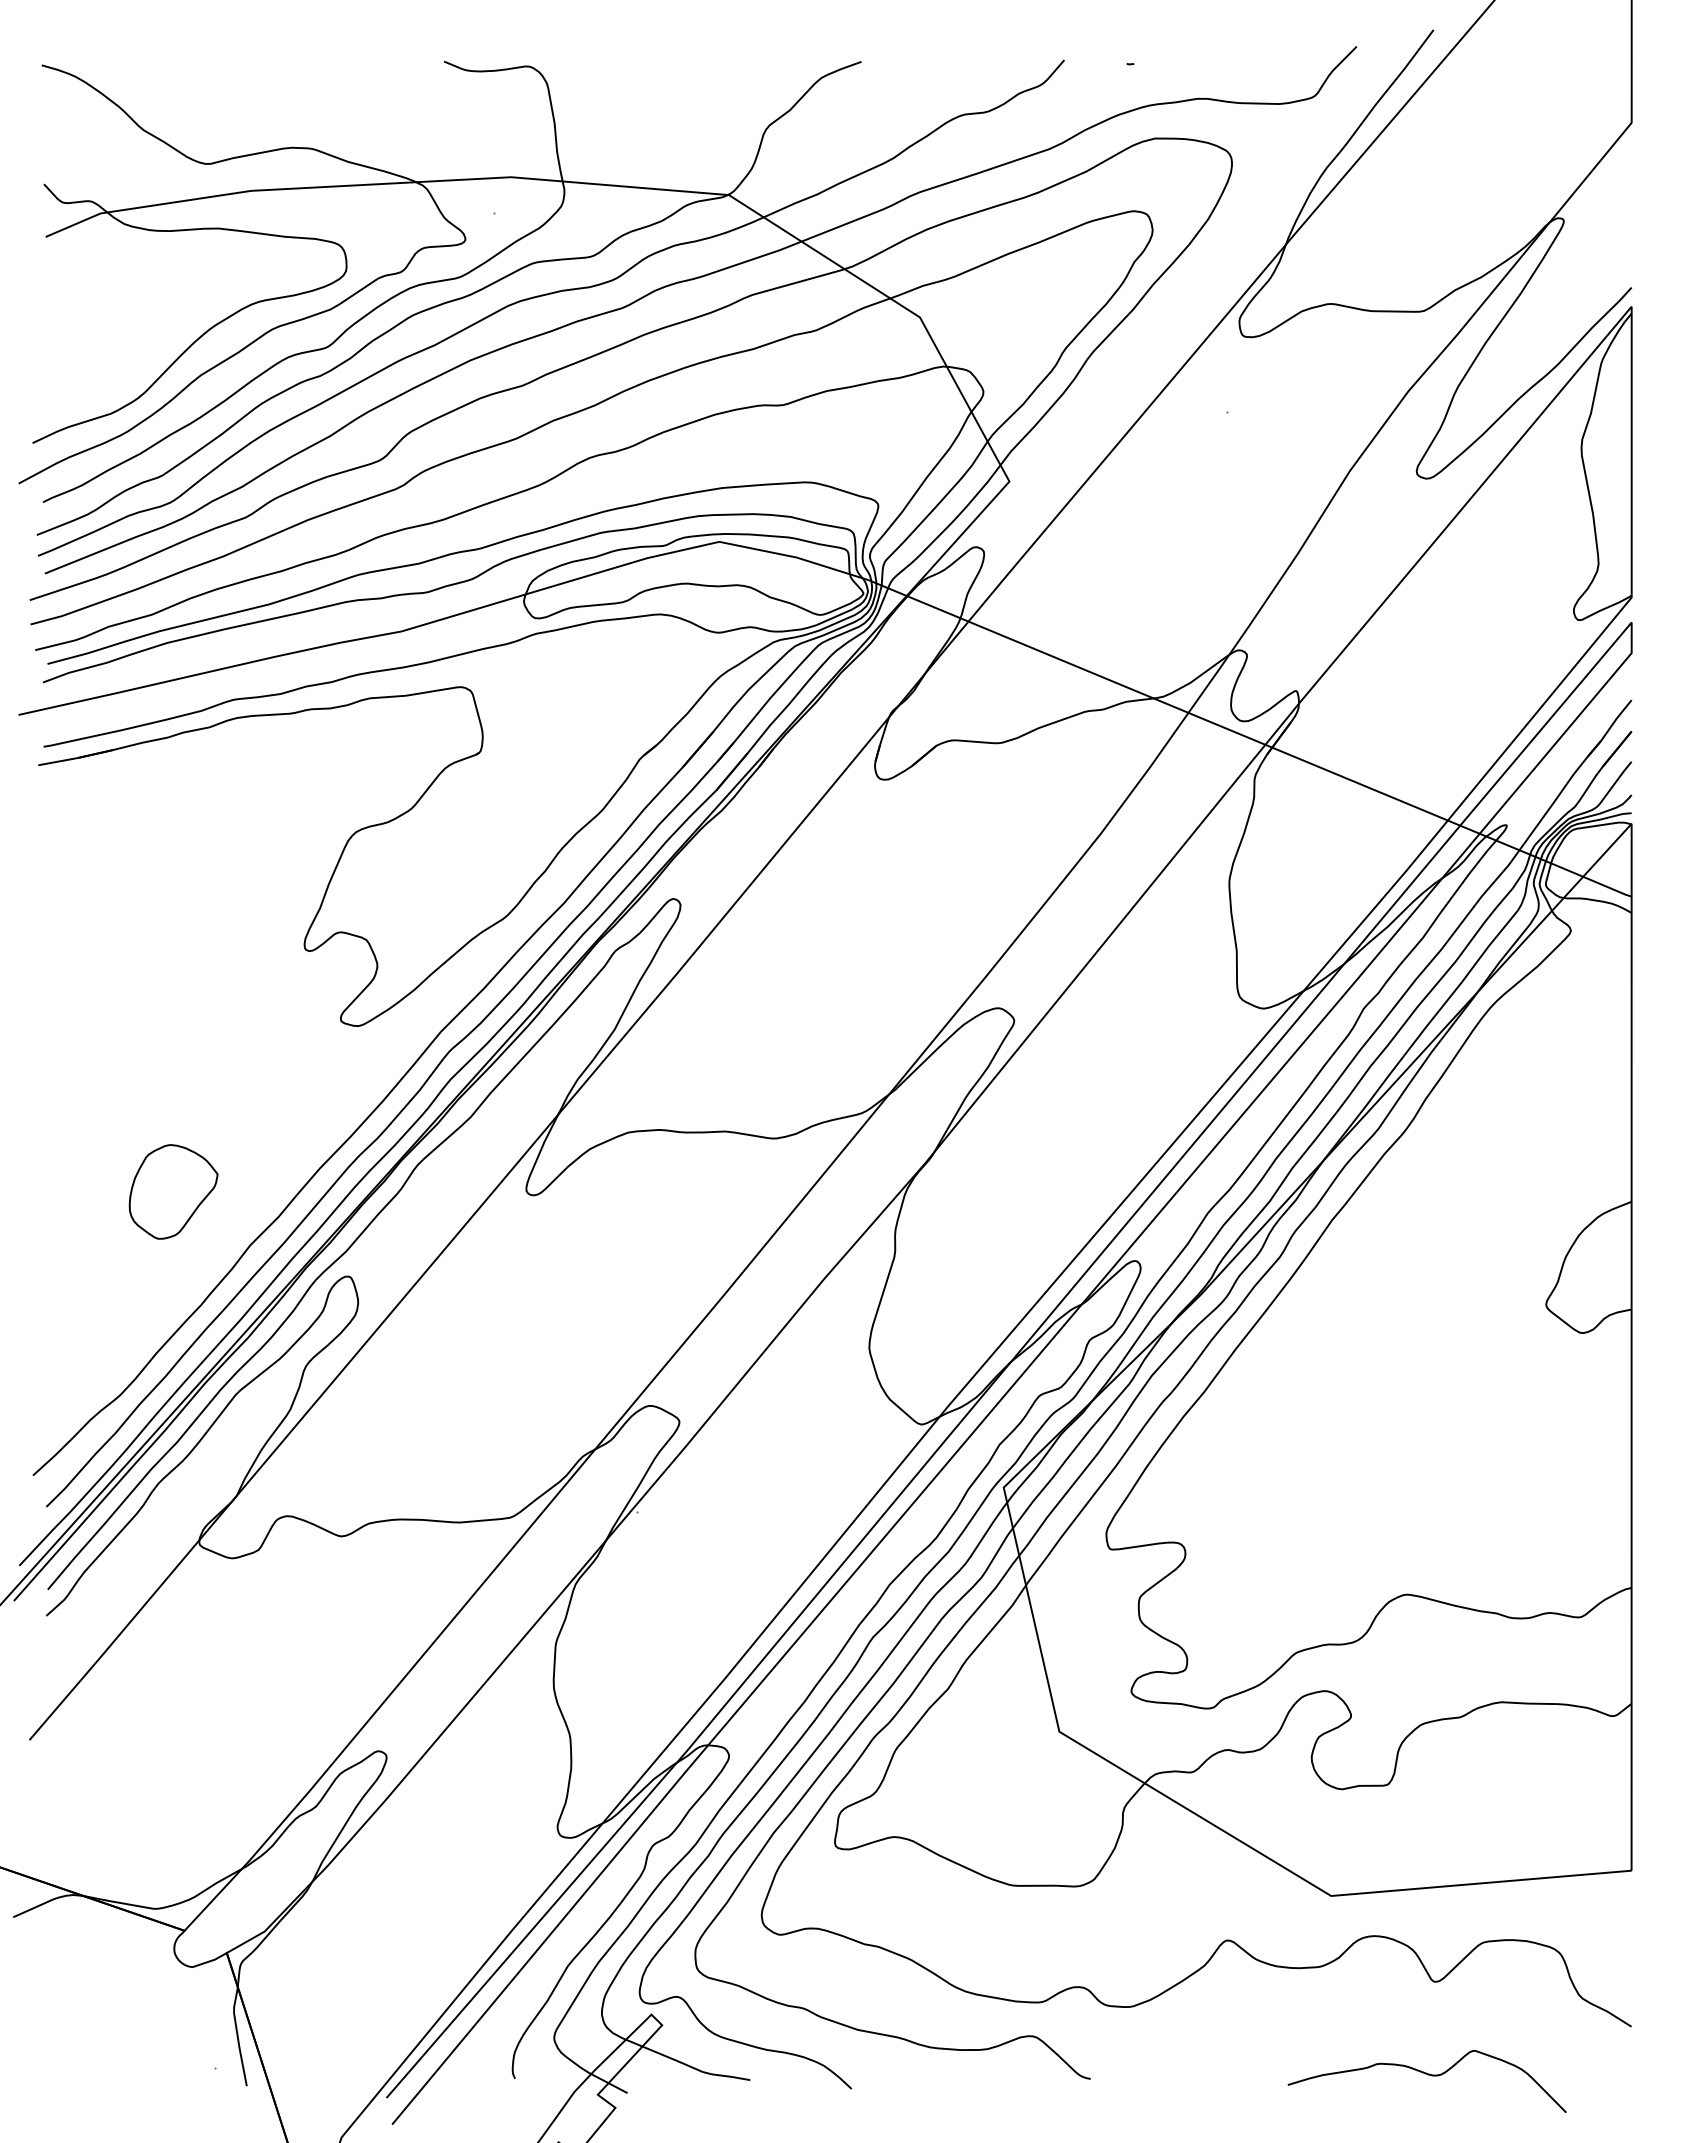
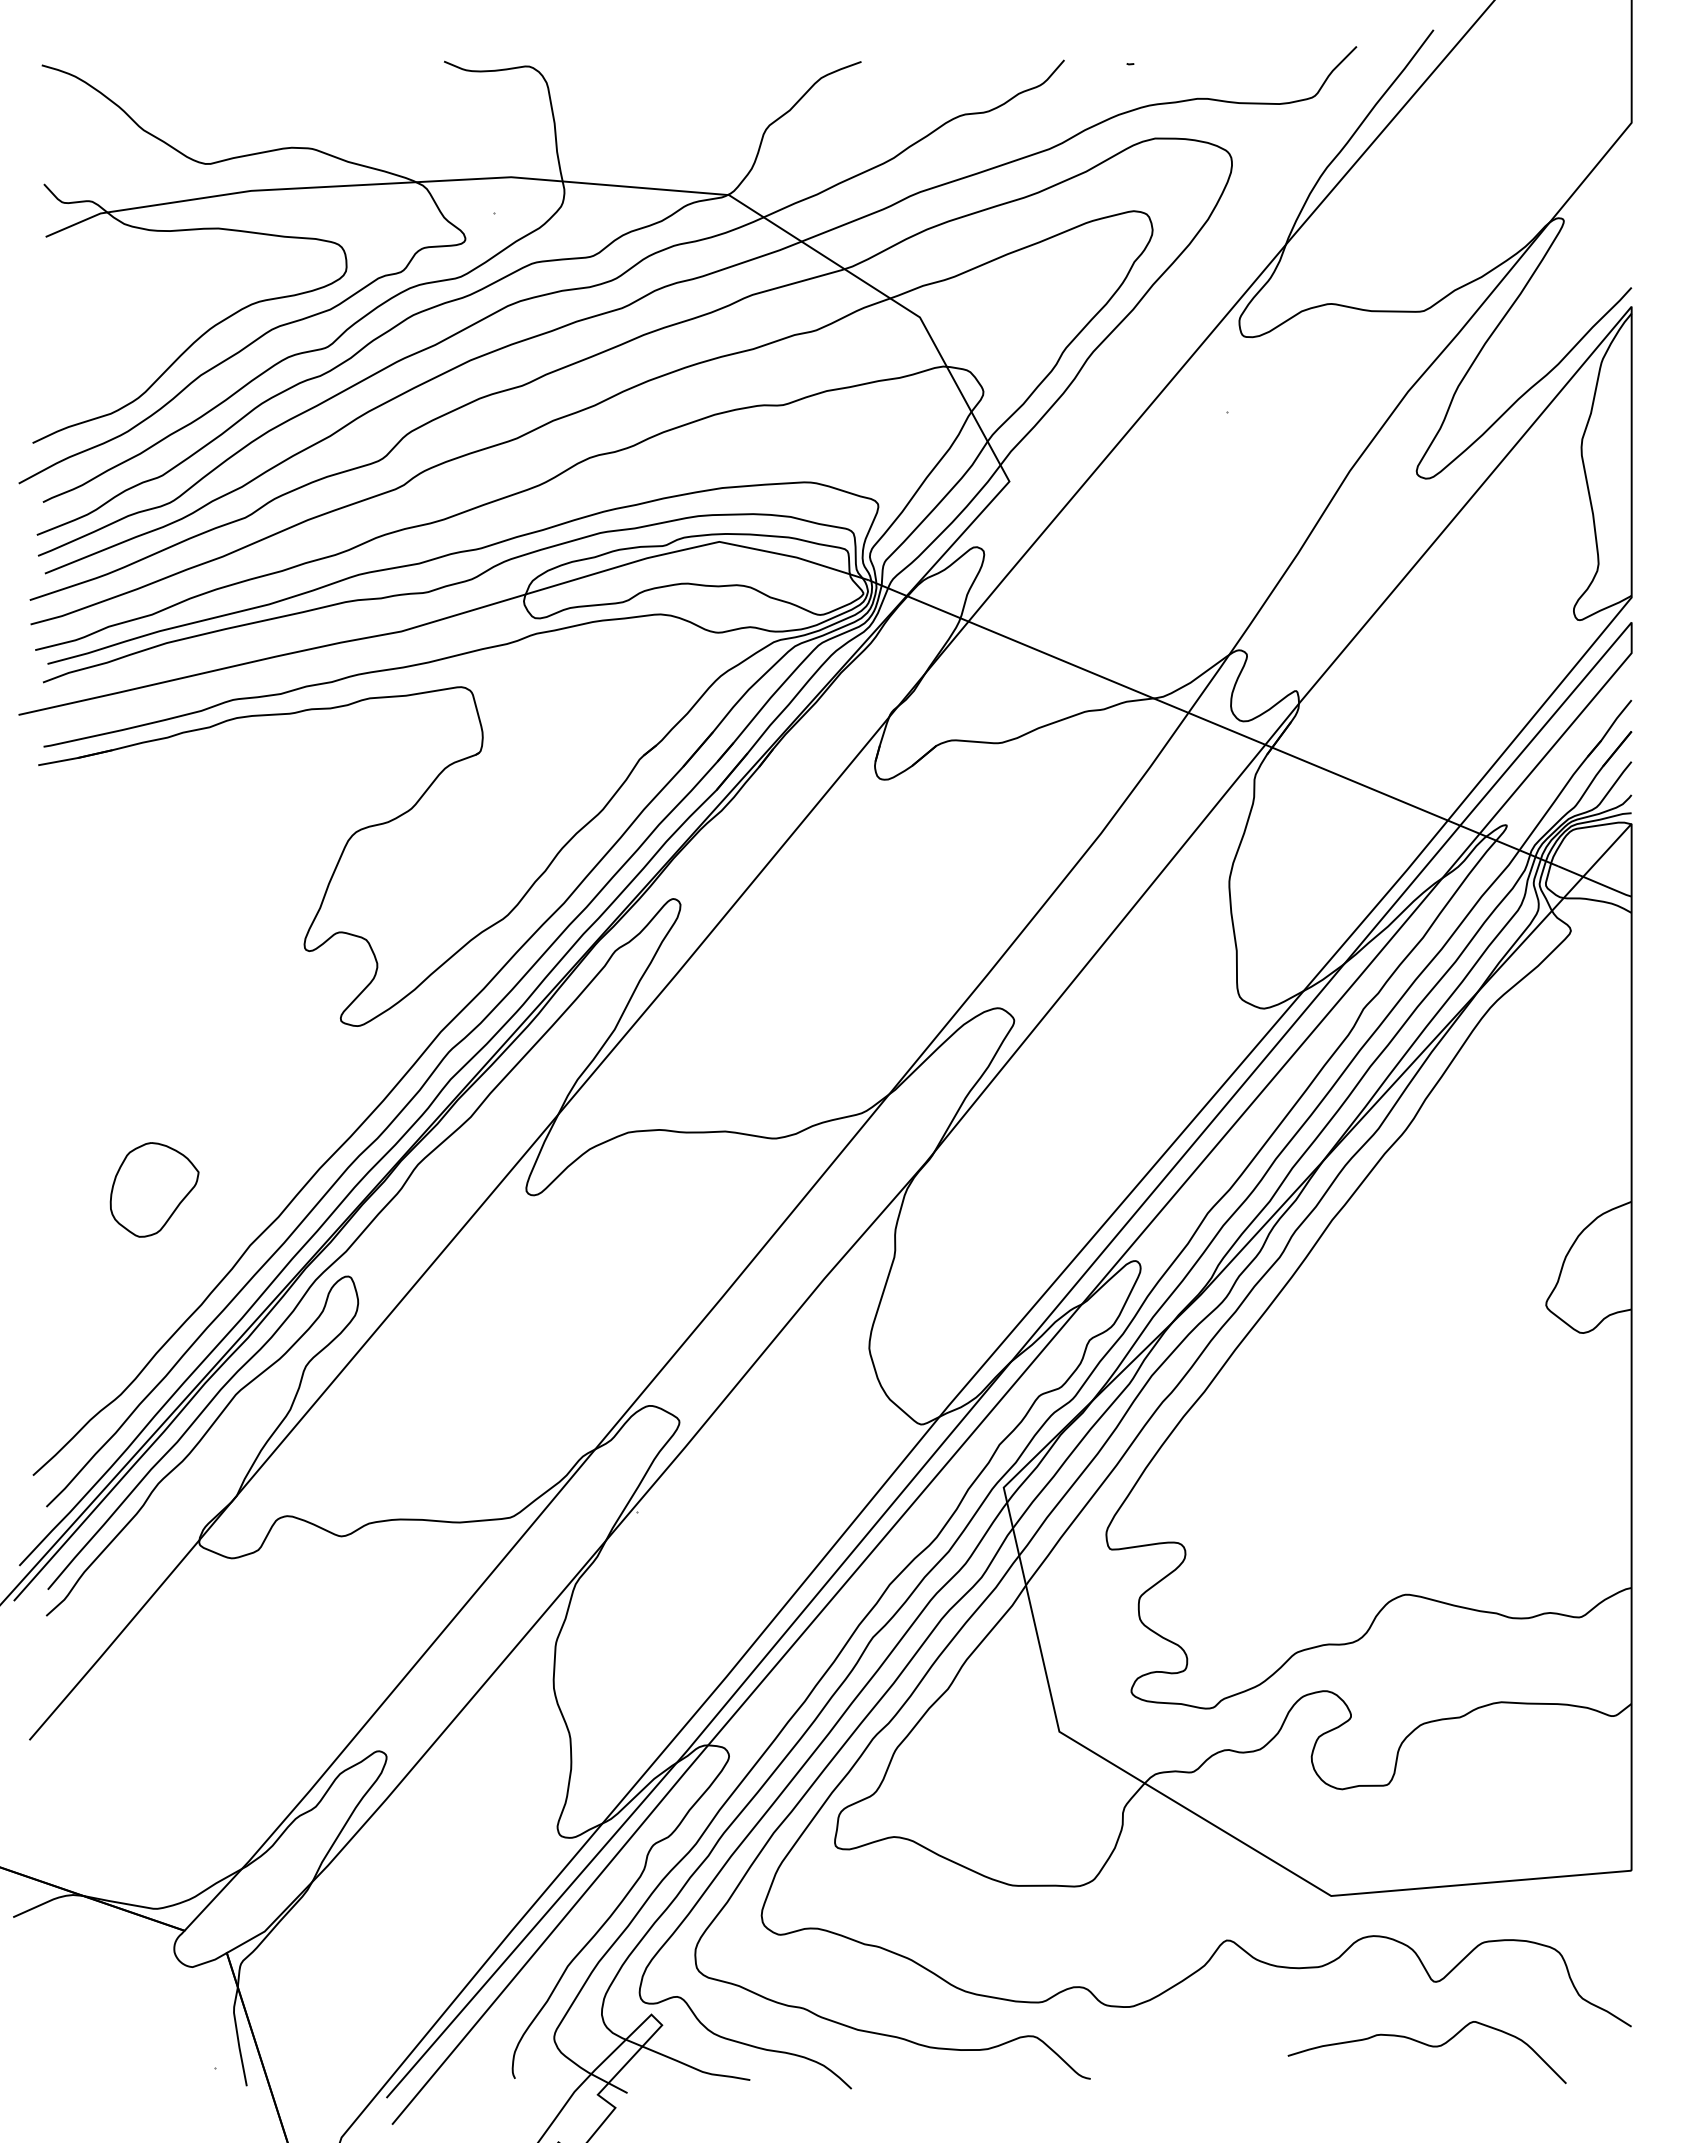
part at (173, 1191) position: (173, 1191) -> (154, 1189)
curve at (1428, 2075) position: (1428, 2075) -> (1428, 2046)
